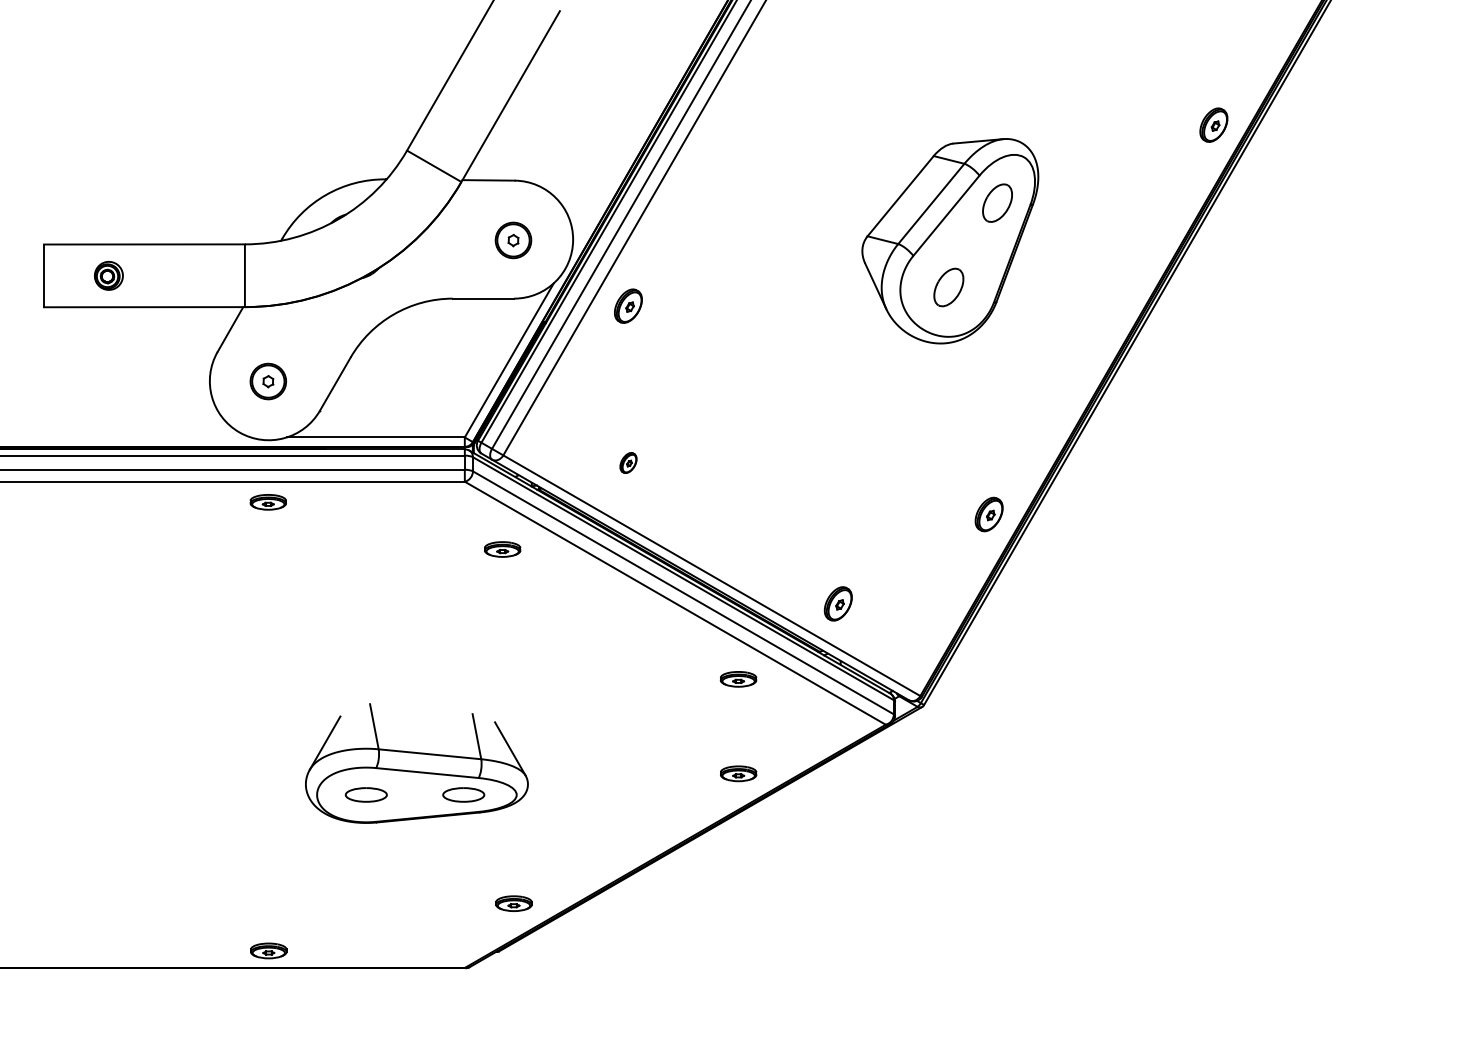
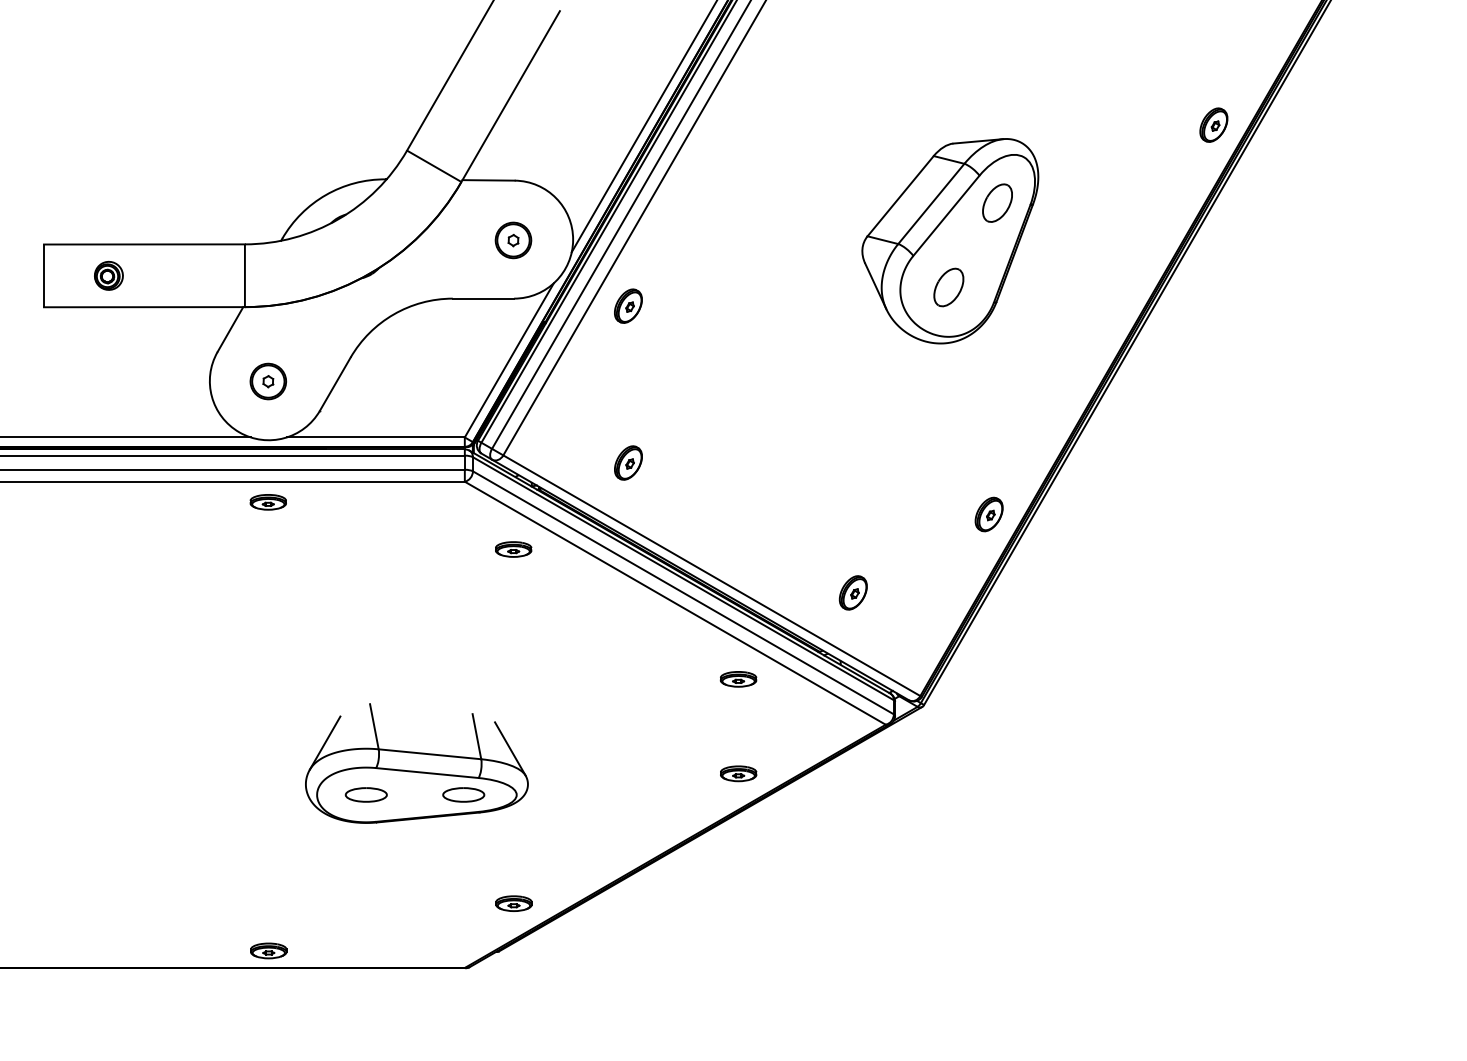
line at (643, 127): none -> present
line at (126, 437): none -> present
part at (628, 462) size: 19x22 px -> 29x36 px
part at (502, 549) position: (502, 549) -> (513, 549)
part at (837, 603) position: (837, 603) -> (852, 592)
